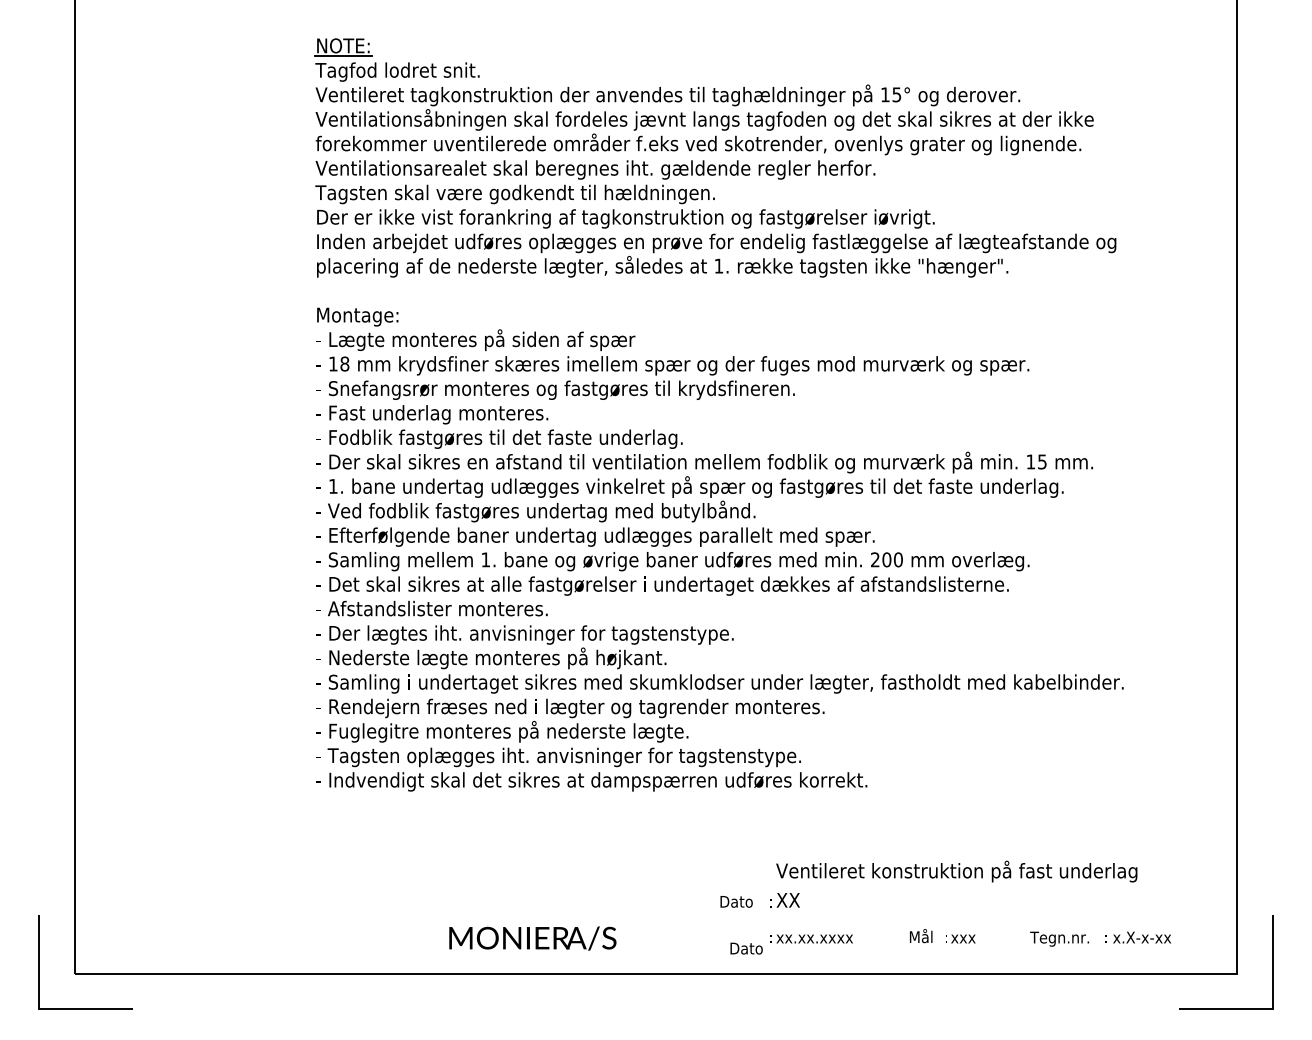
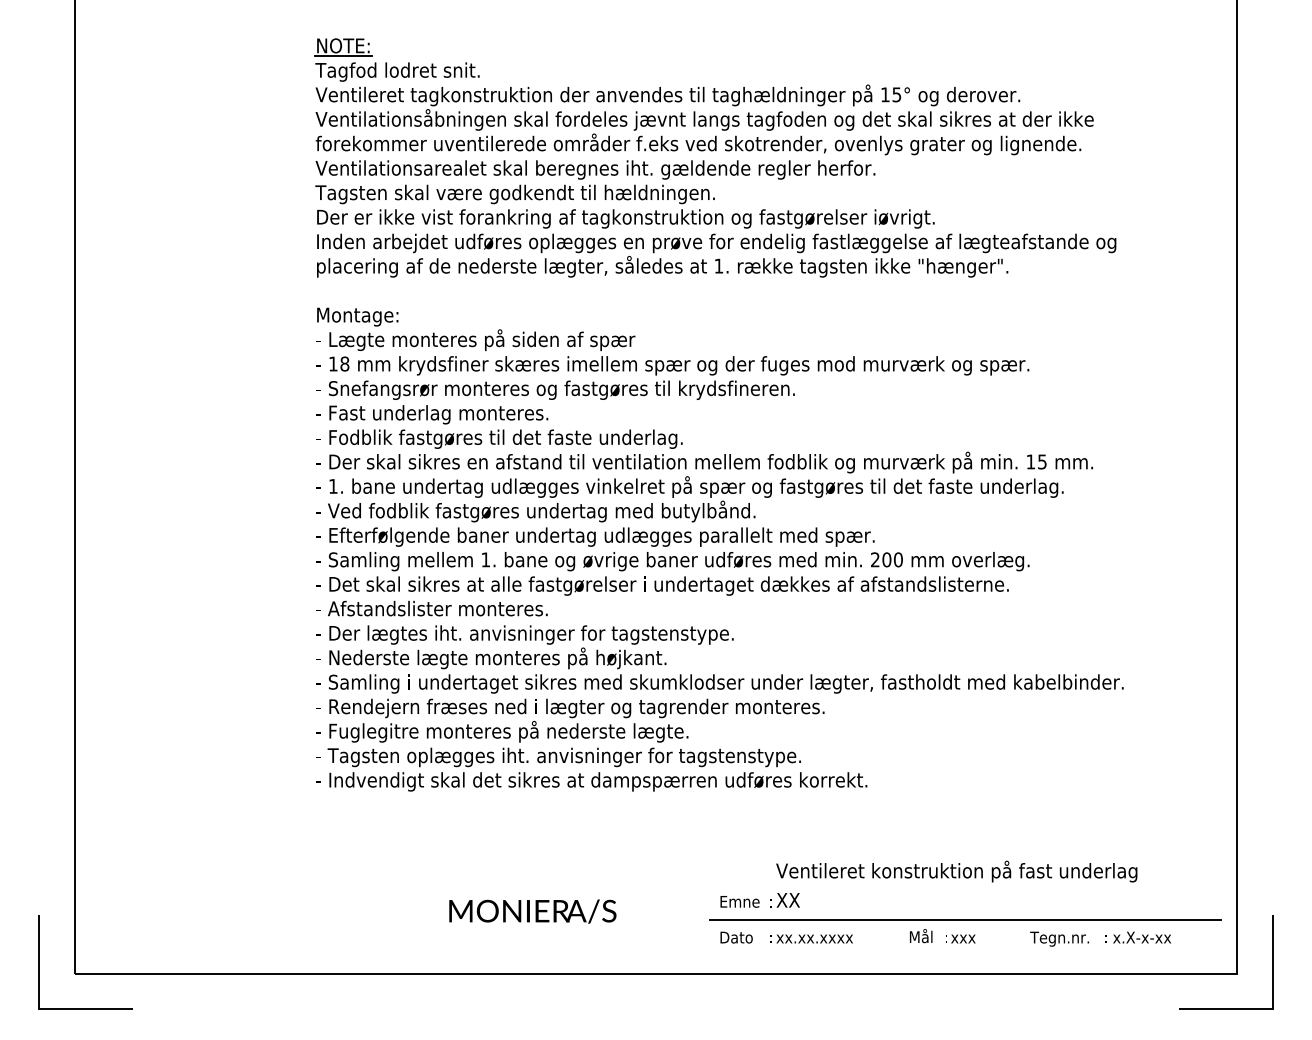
text at (740, 901): Dato -> Emne
line at (965, 919): none -> present
text at (532, 938) position: (532, 938) -> (532, 911)
text at (746, 948) position: (746, 948) -> (736, 937)
